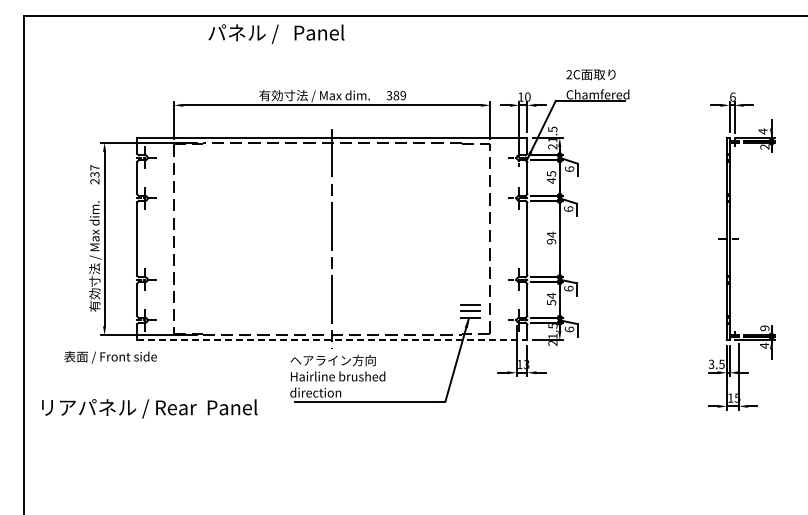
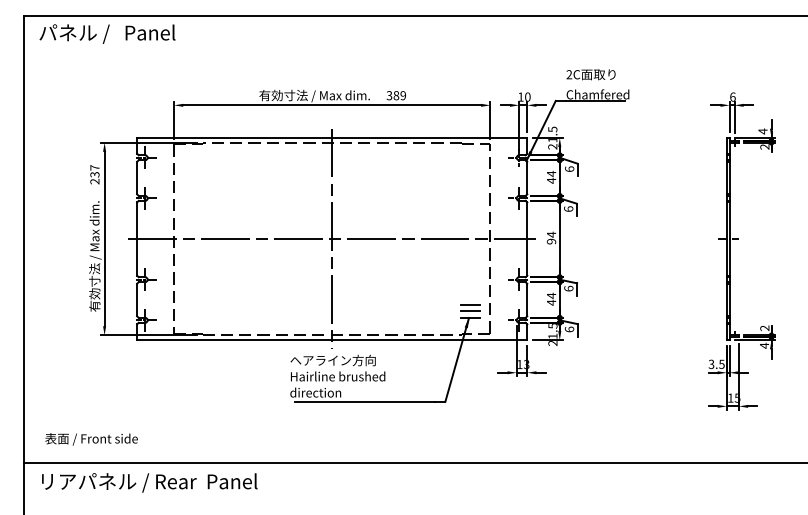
text at (276, 33) position: (276, 33) -> (107, 33)
text at (551, 173): 45 -> 44
line at (331, 239): none -> present
text at (551, 302): 54 -> 44
text at (764, 328): 9 -> 2
line at (332, 340): dashed -> solid
text at (110, 357) position: (110, 357) -> (91, 439)
text at (149, 408) position: (149, 408) -> (149, 482)
line at (414, 462): none -> present
